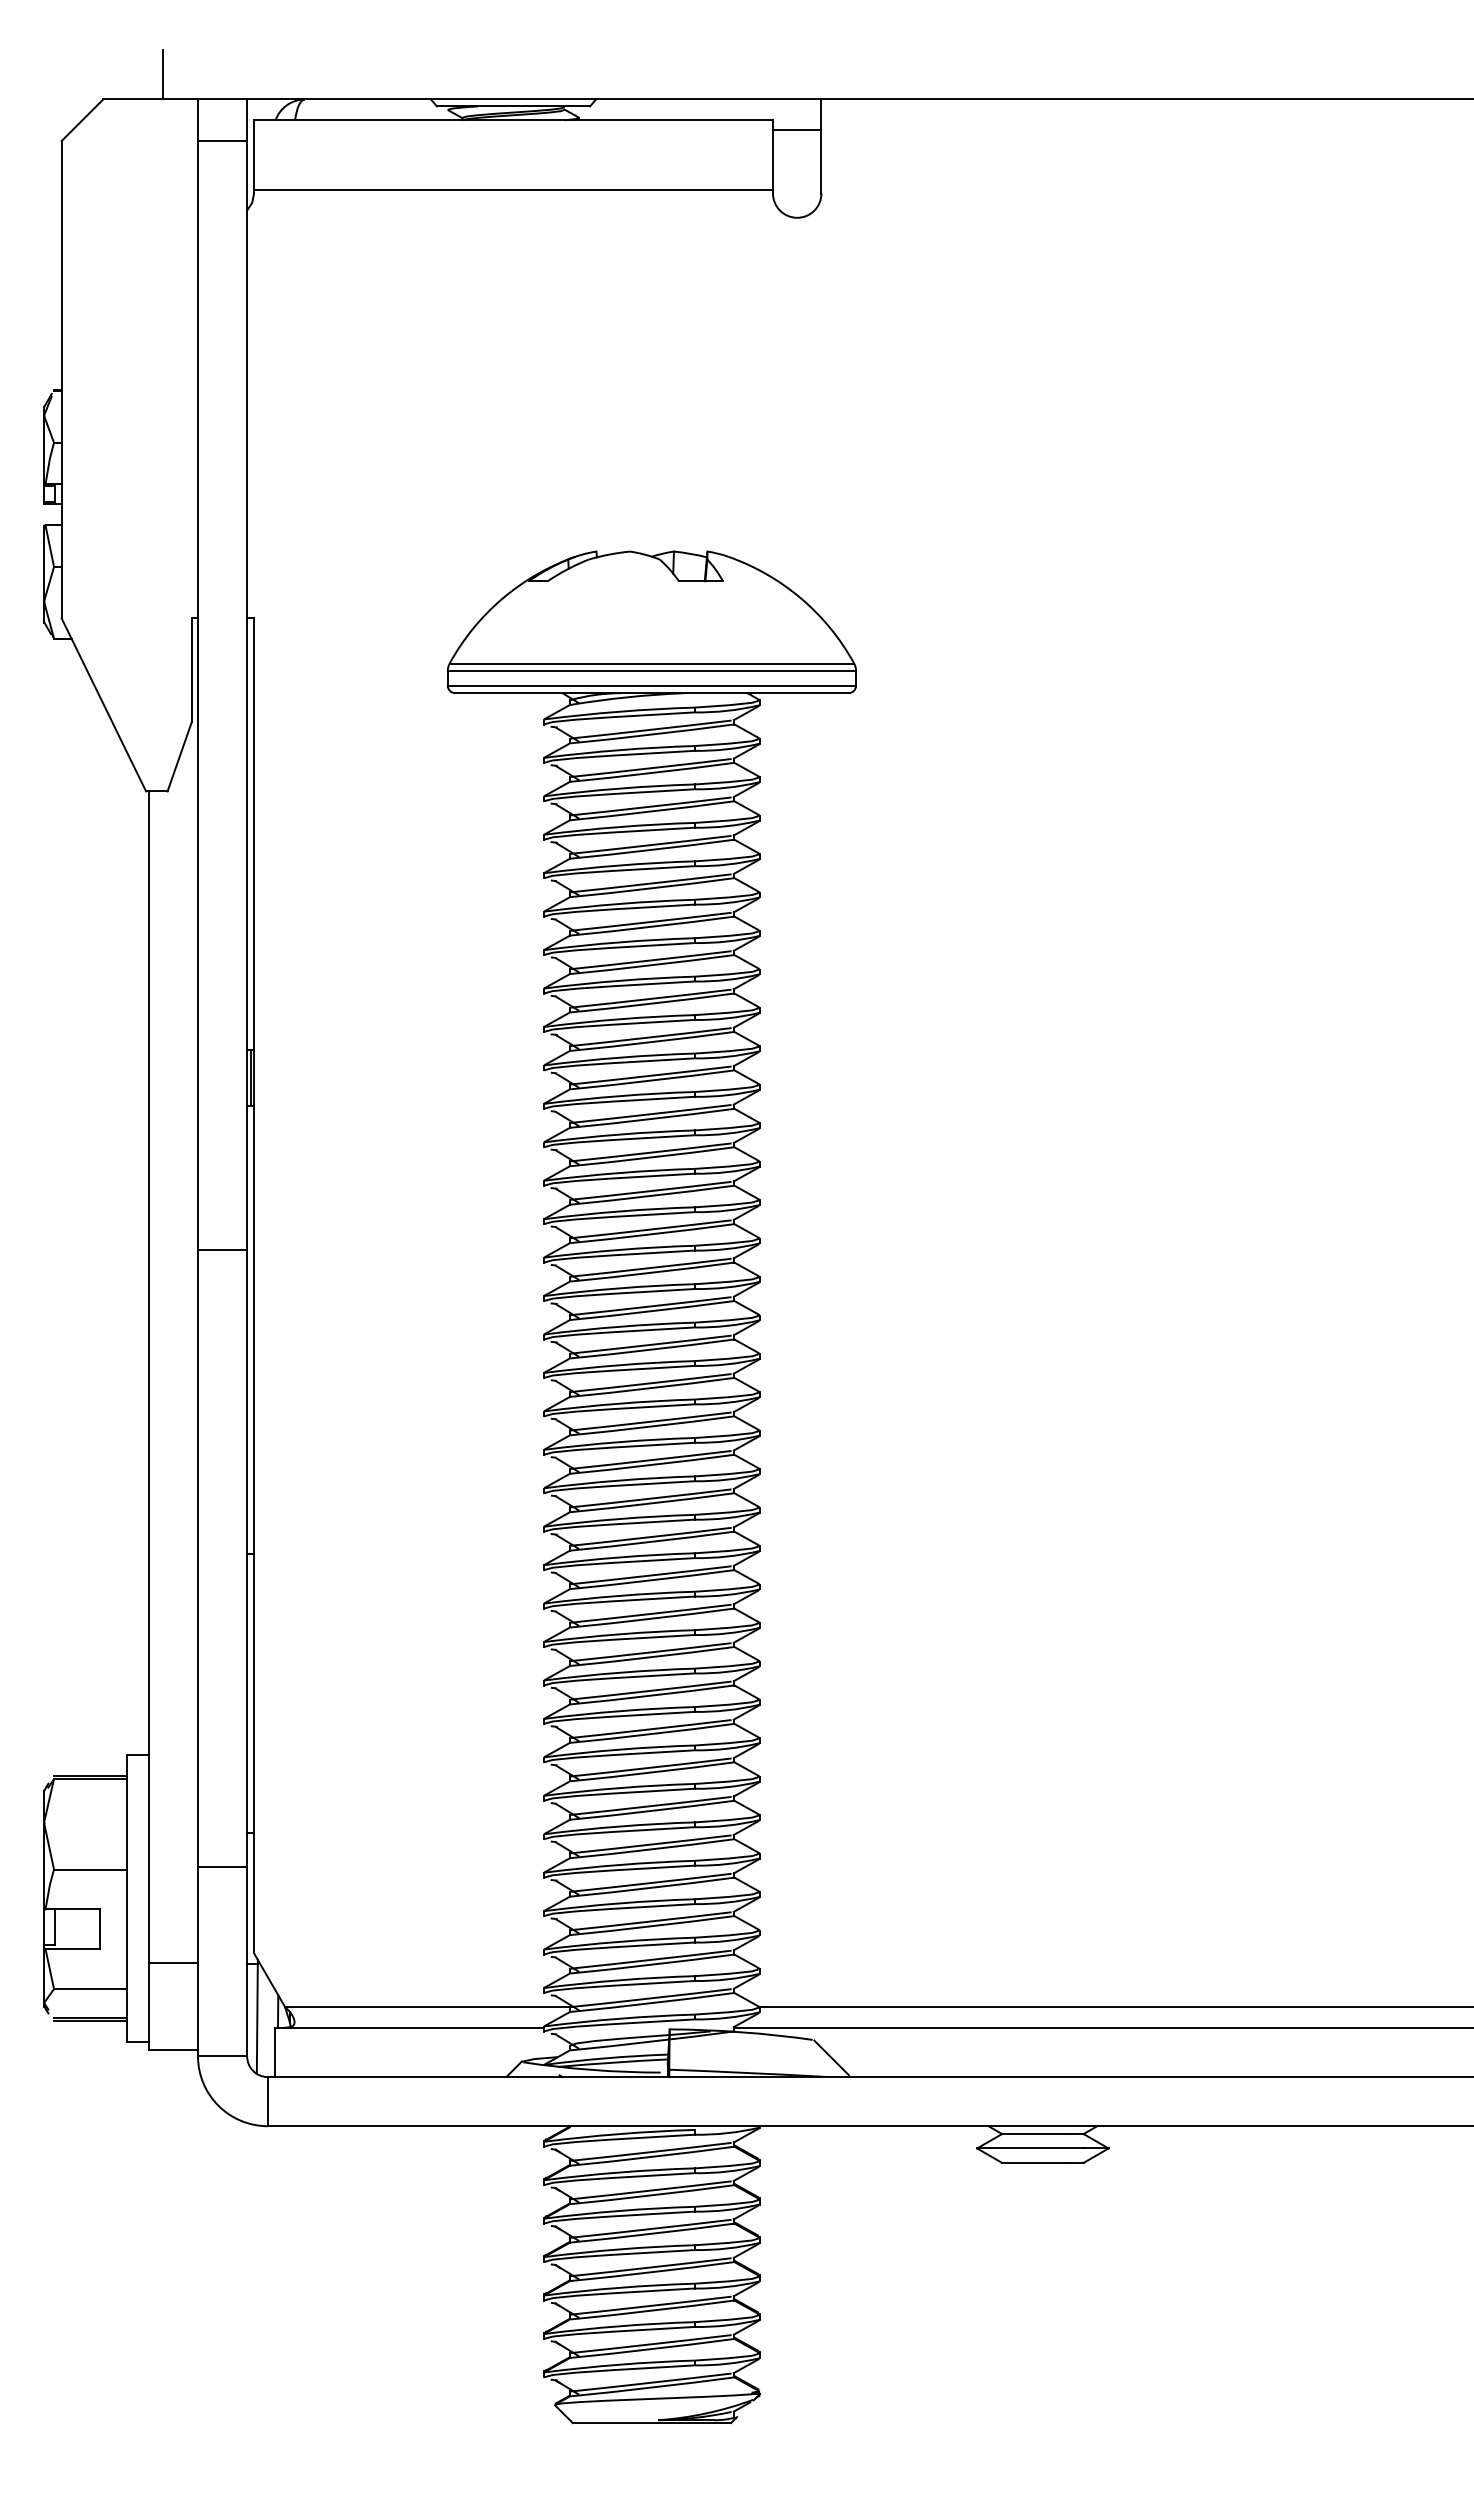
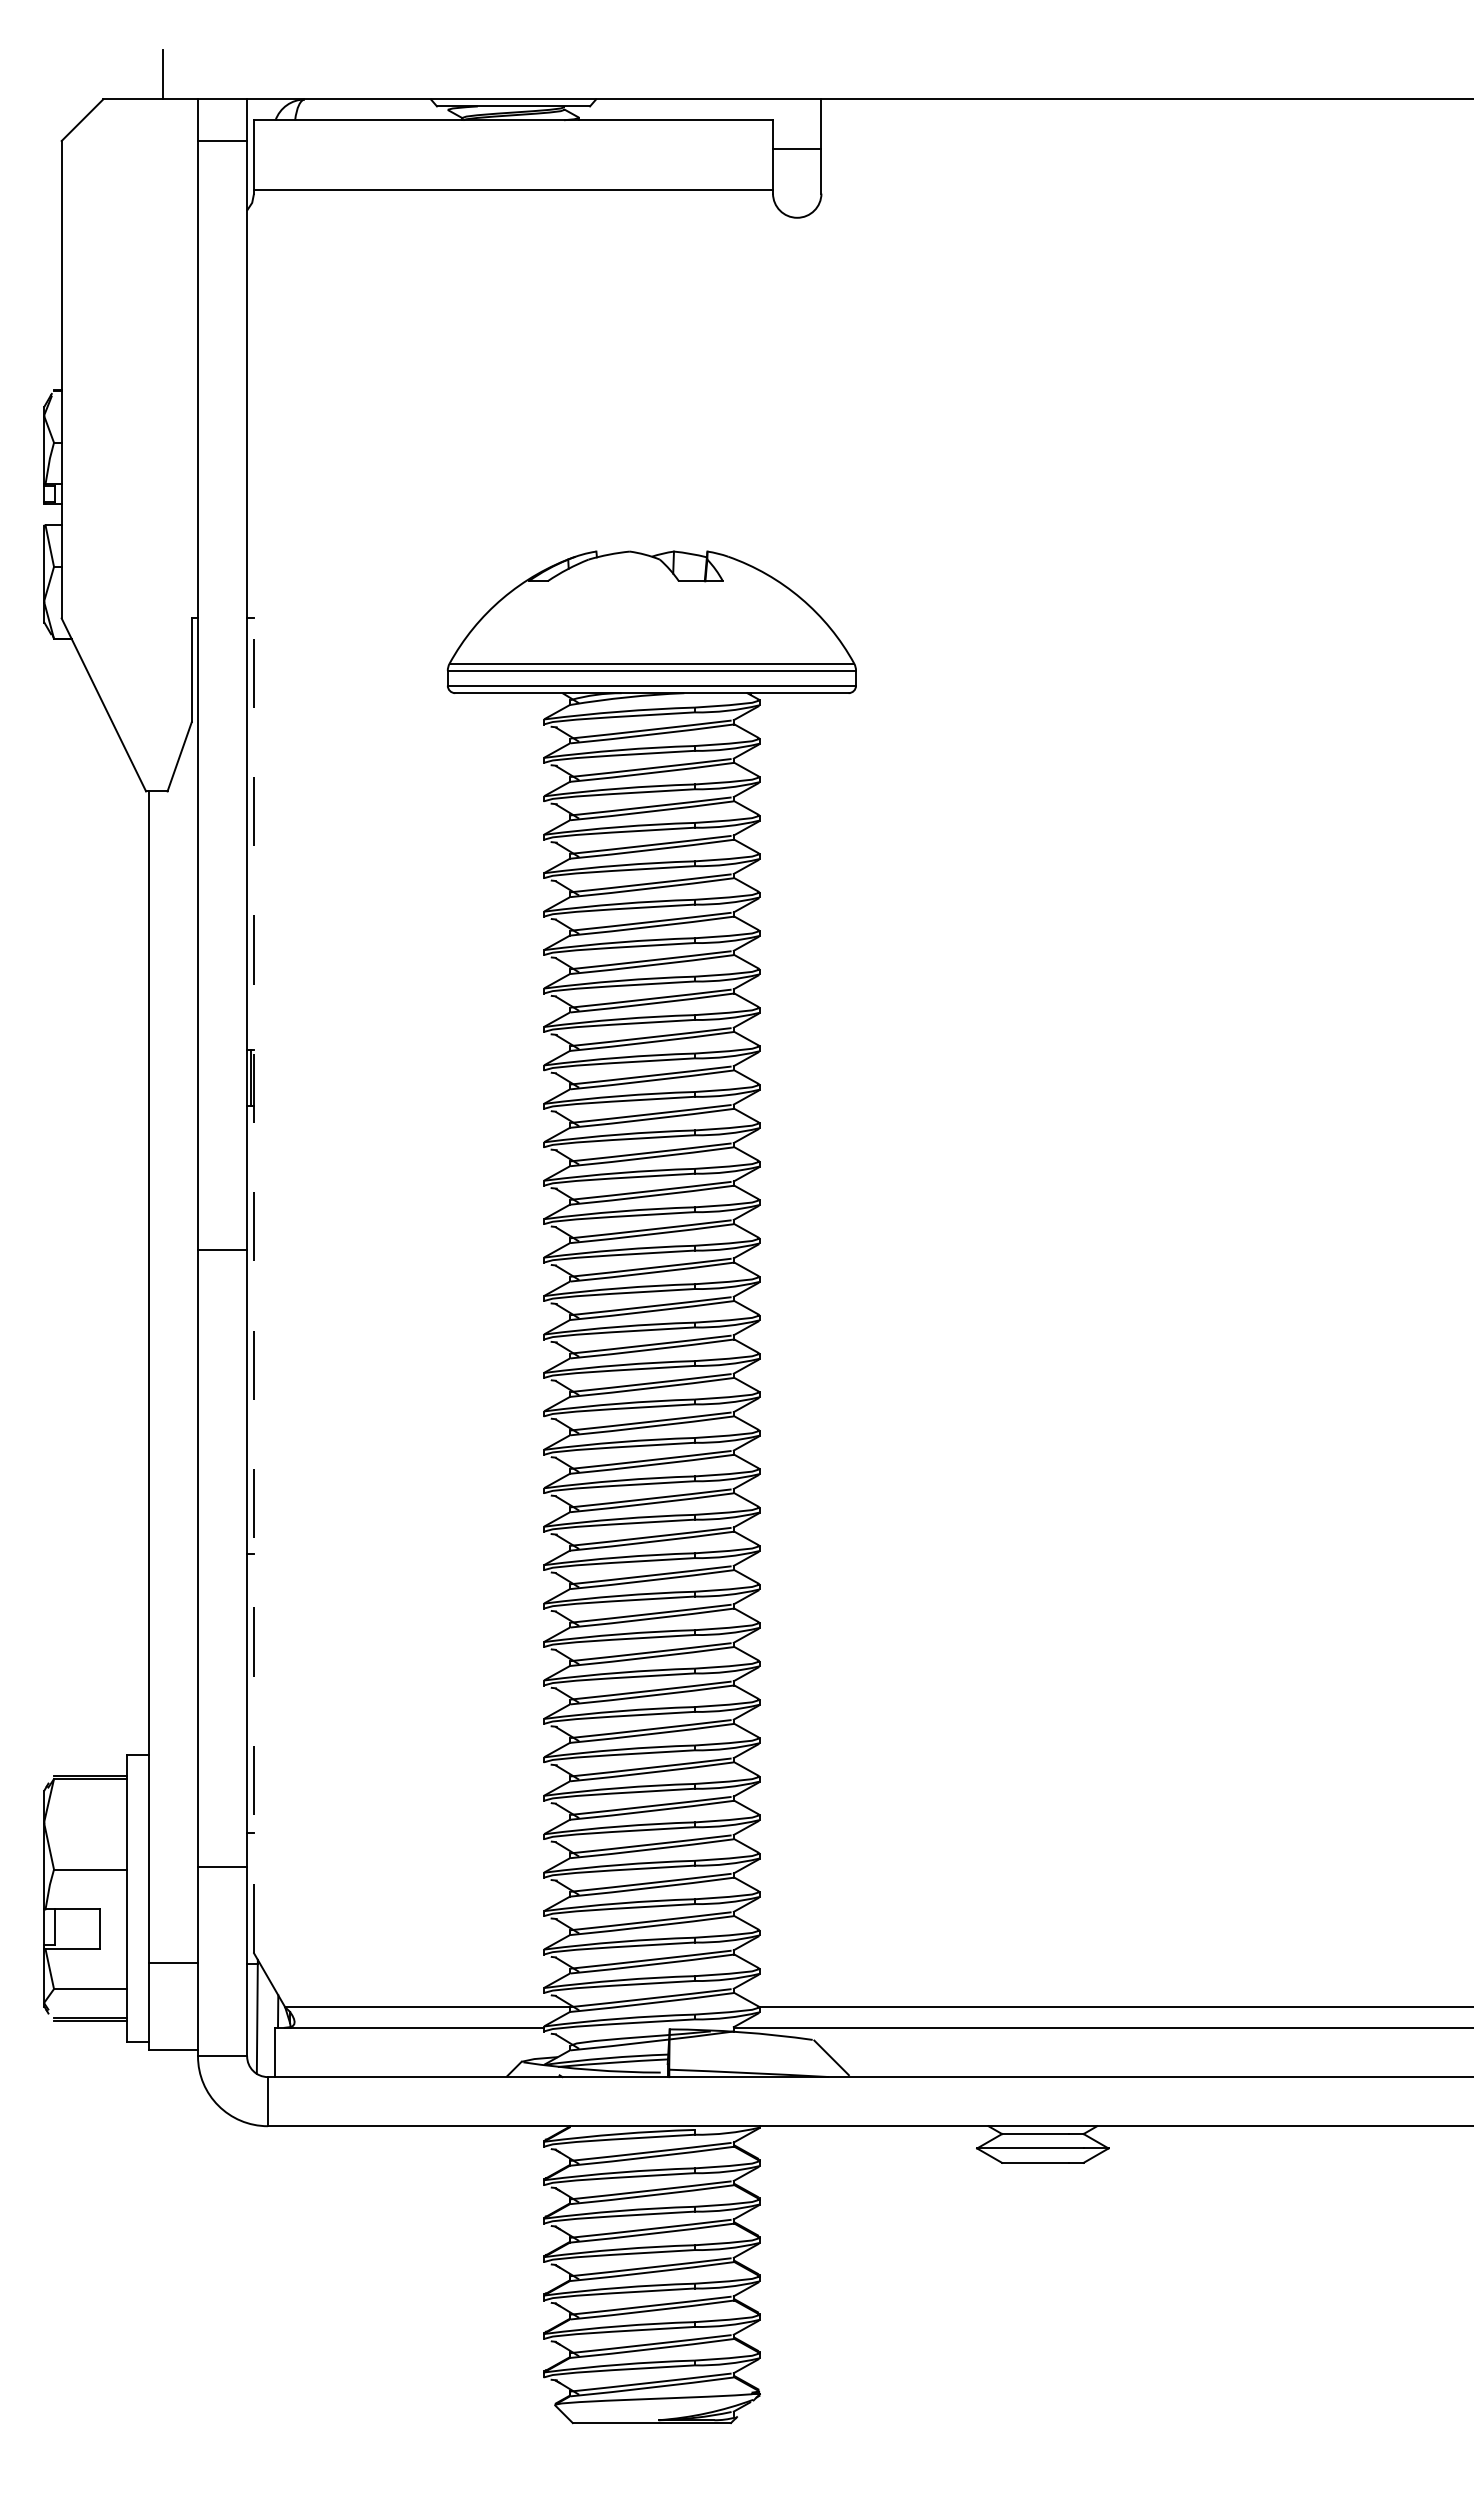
line at (797, 130) position: (797, 130) -> (797, 149)
line at (254, 1285): solid -> dashed
